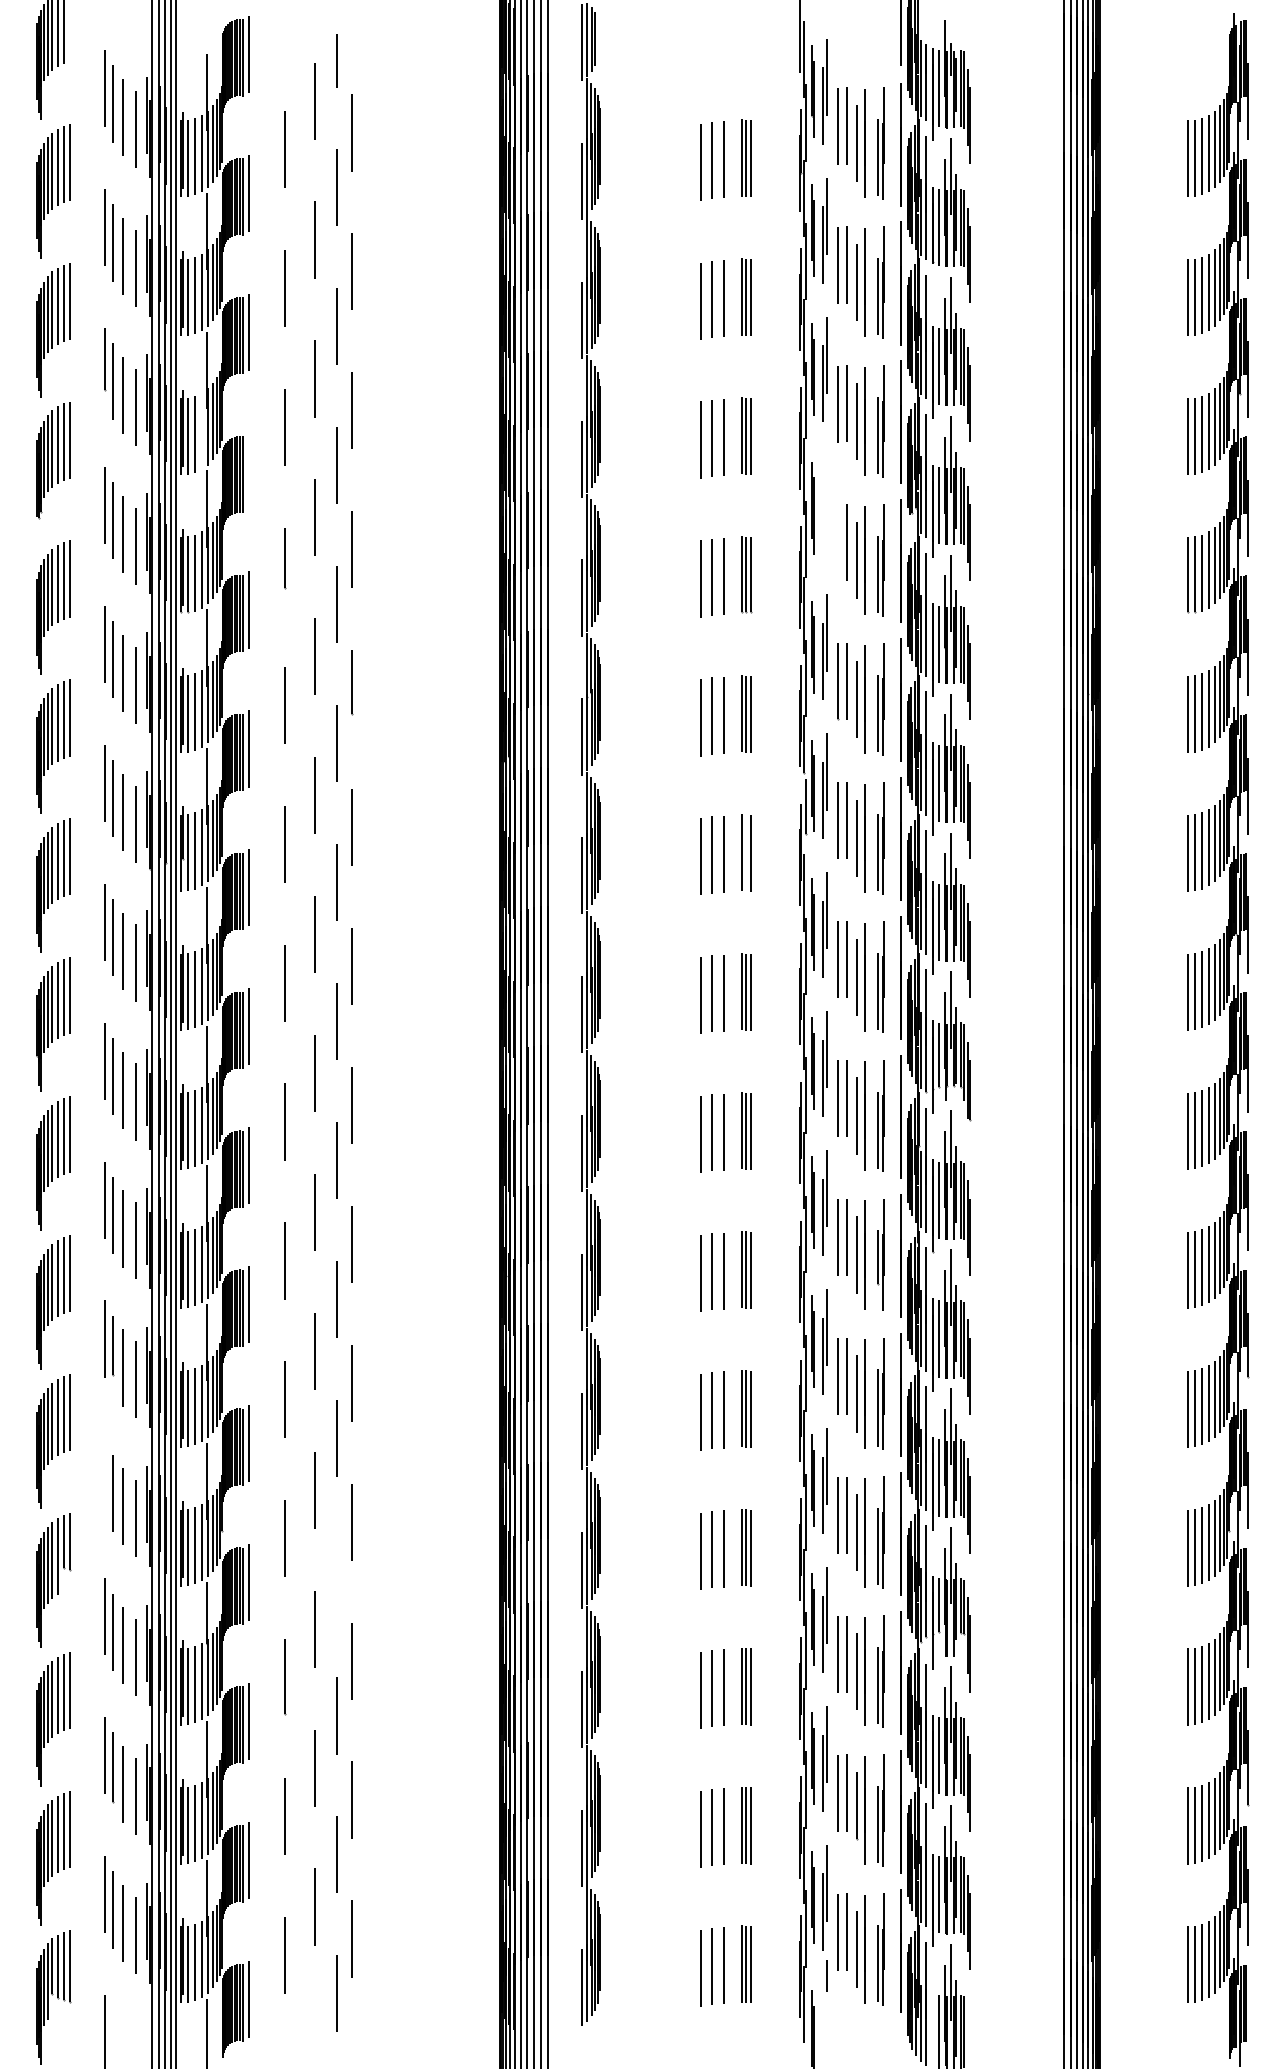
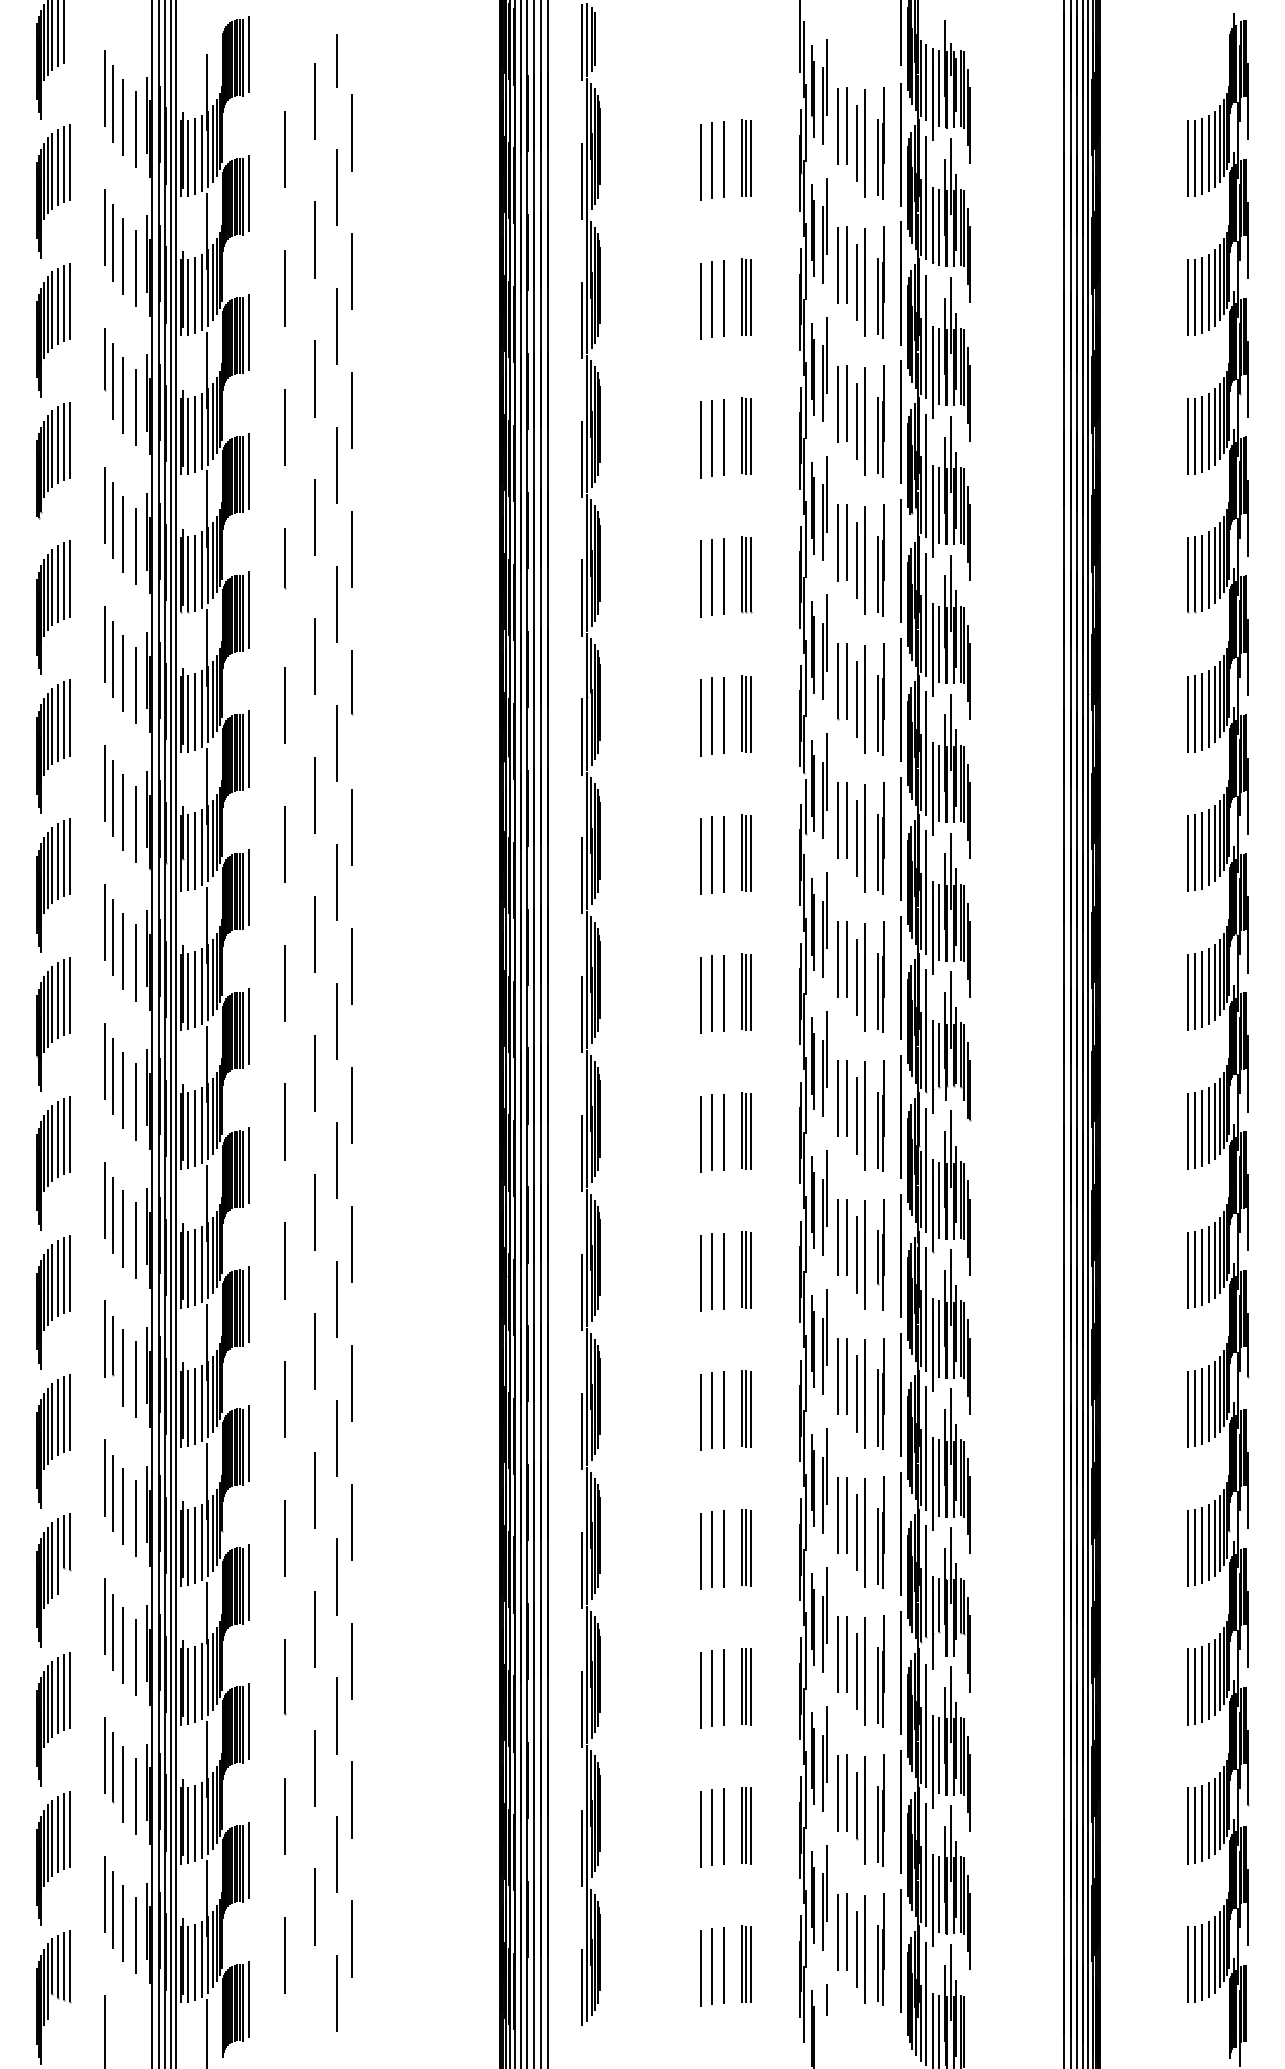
line at (201, 430): none -> present
line at (248, 470): none -> present
part at (824, 508): none -> present
line at (838, 542): none -> present
line at (746, 852): none -> present
line at (104, 1477): none -> present
line at (336, 1576): none -> present
line at (826, 1975) position: (826, 1975) -> (826, 1999)
line at (932, 2028): none -> present
